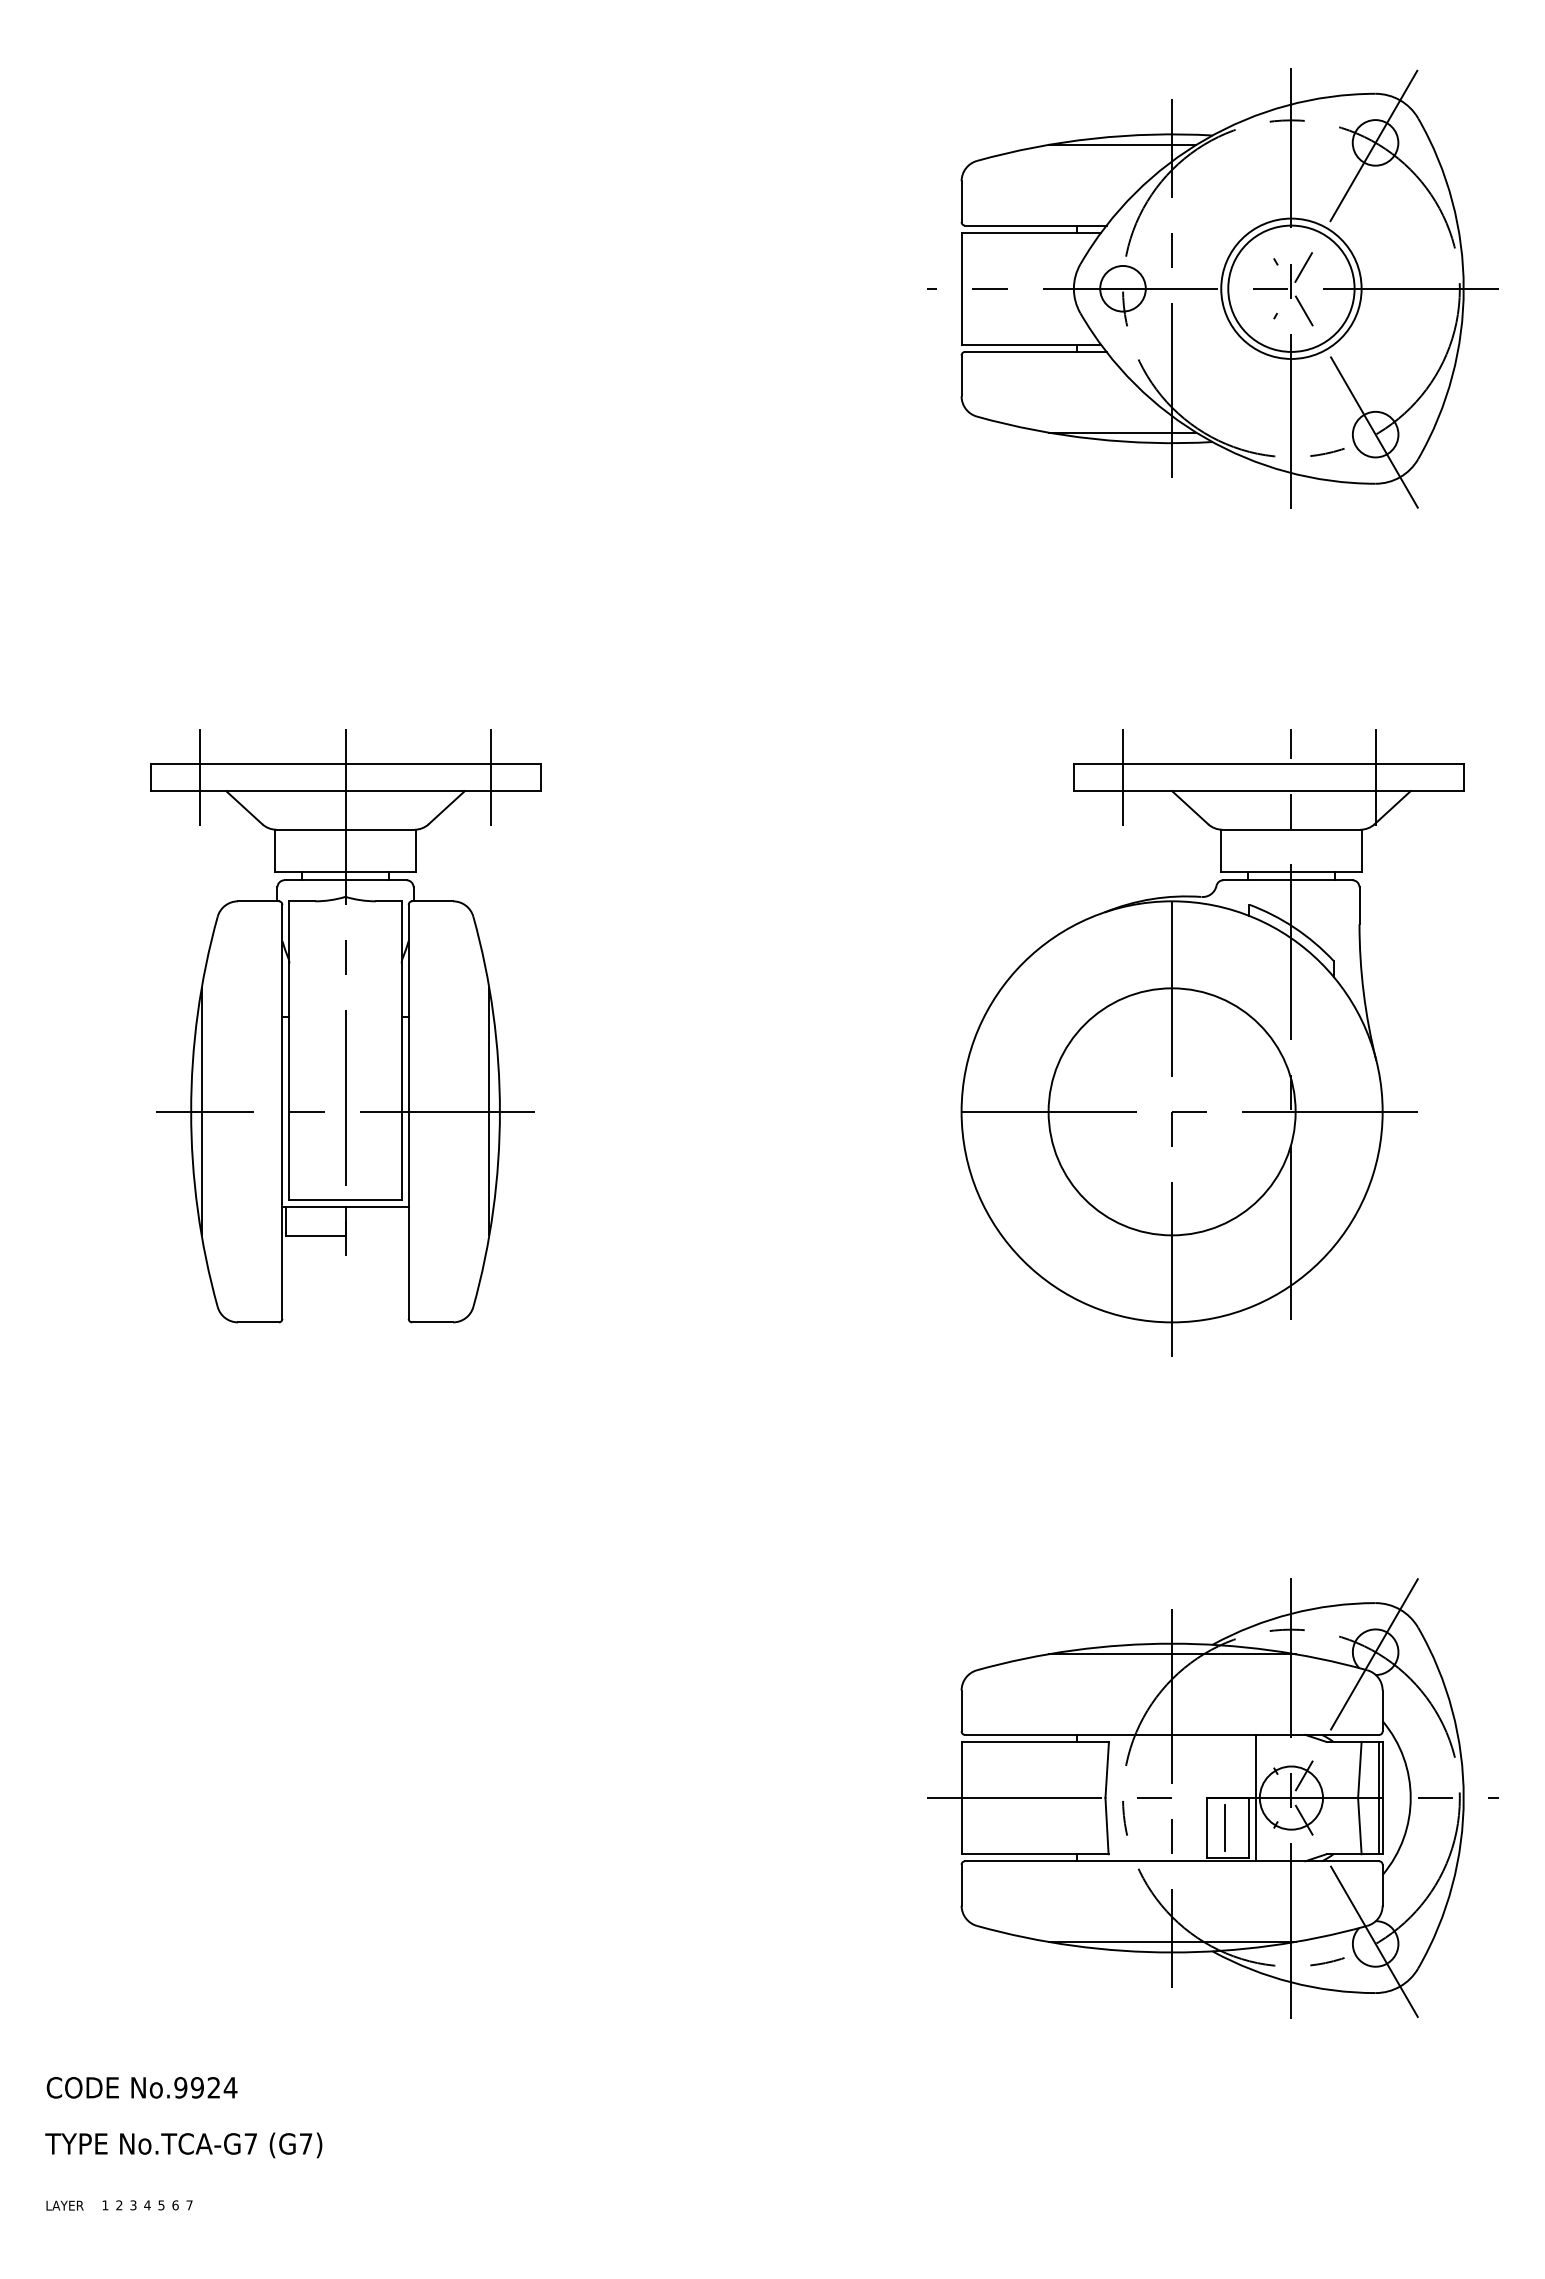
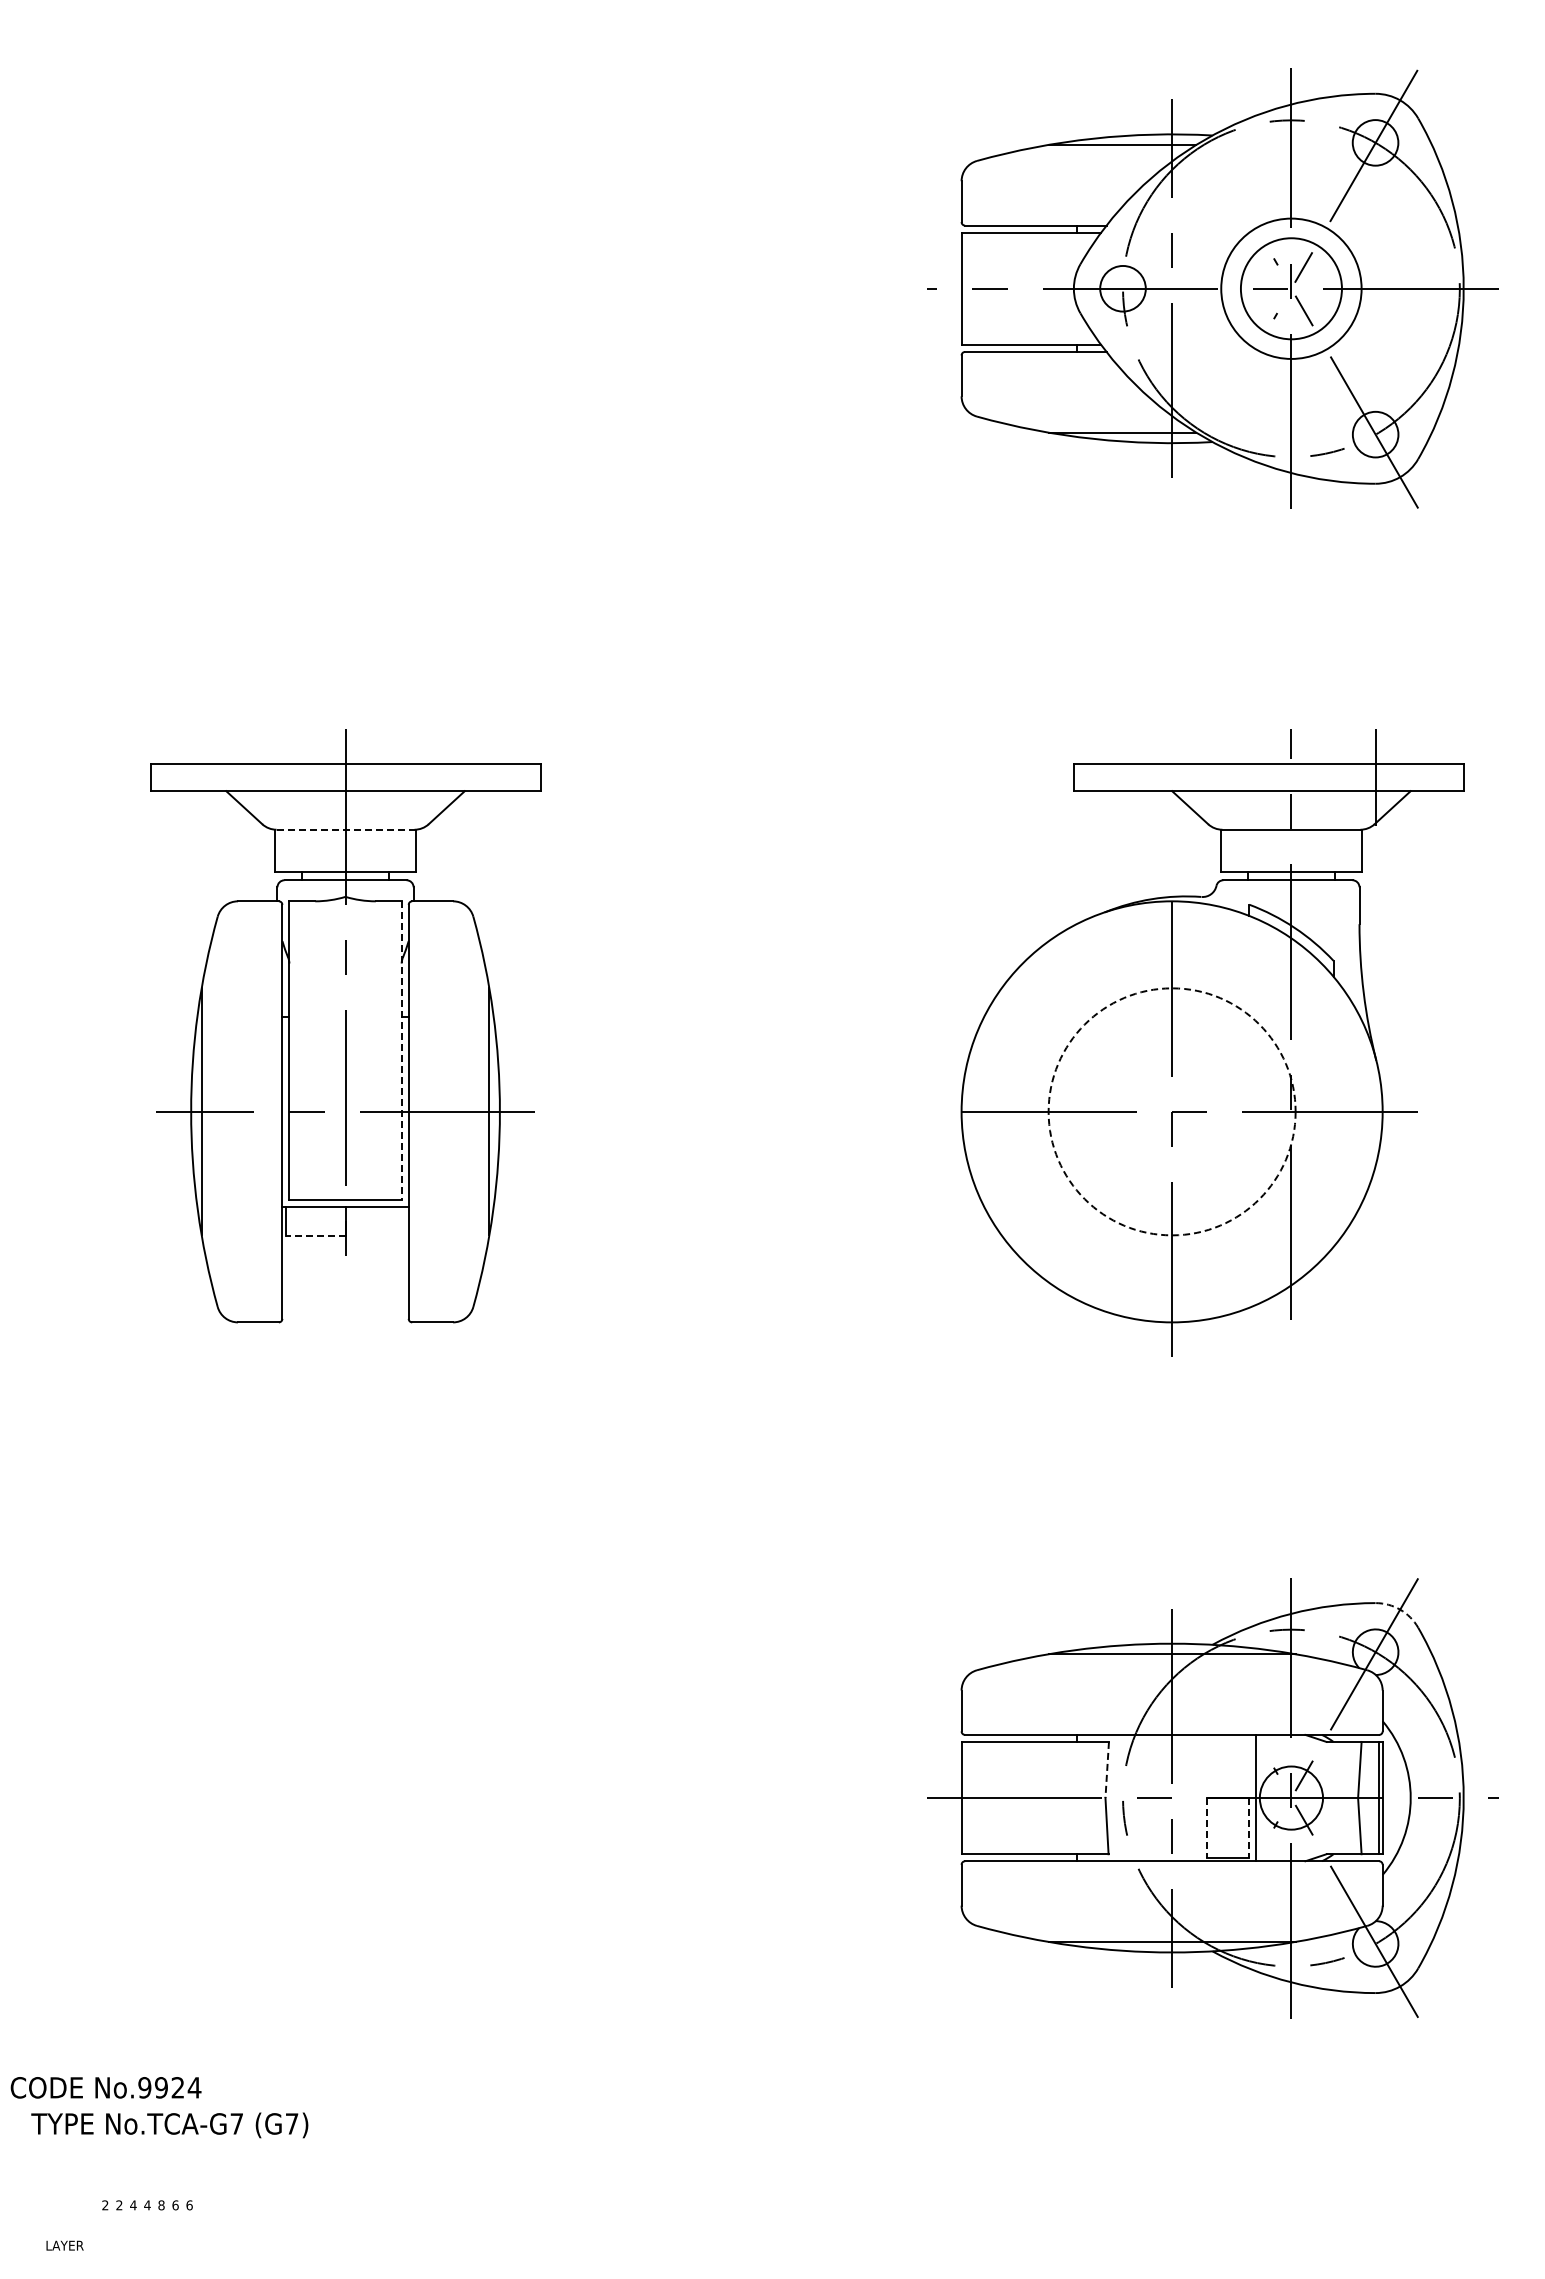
circle at (1291, 288) diameter: 126 px -> 101 px
line at (199, 777): present -> none
line at (491, 777): present -> none
line at (1123, 777): present -> none
line at (345, 829): solid -> dashed
line at (401, 1050): solid -> dashed
circle at (1171, 1111): solid -> dashed
line at (315, 1236): solid -> dashed
arc at (1400, 1609): solid -> dashed
line at (1107, 1770): solid -> dashed
line at (1207, 1827): solid -> dashed
line at (1224, 1827): present -> none
line at (1249, 1827): solid -> dashed
text at (141, 2087) position: (141, 2087) -> (105, 2087)
text at (183, 2145) position: (183, 2145) -> (169, 2125)
text at (64, 2205) position: (64, 2205) -> (64, 2245)
text at (105, 2205): 1 -> 2
text at (133, 2205): 3 -> 4
text at (161, 2205): 5 -> 8
text at (189, 2205): 7 -> 6
